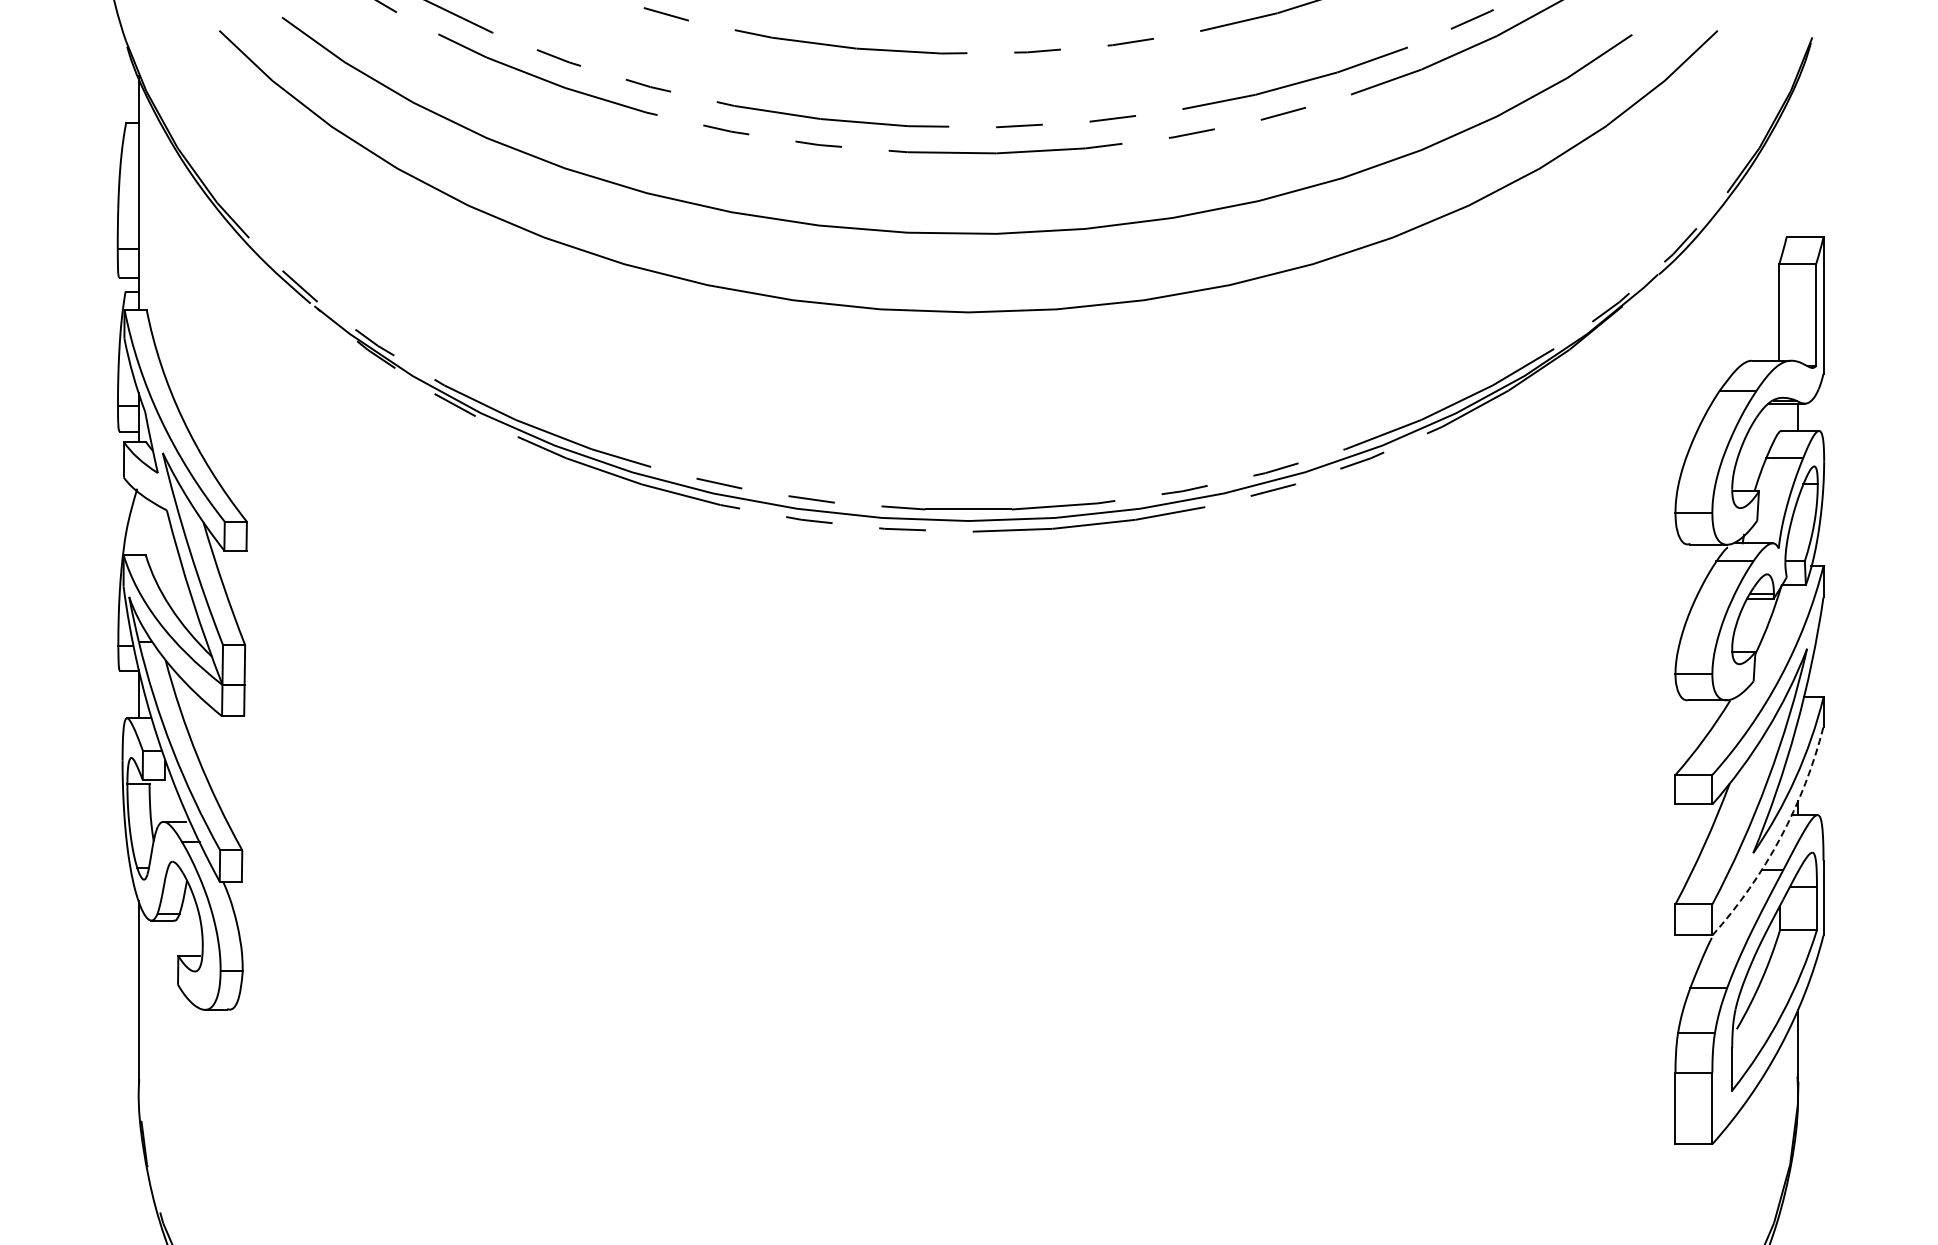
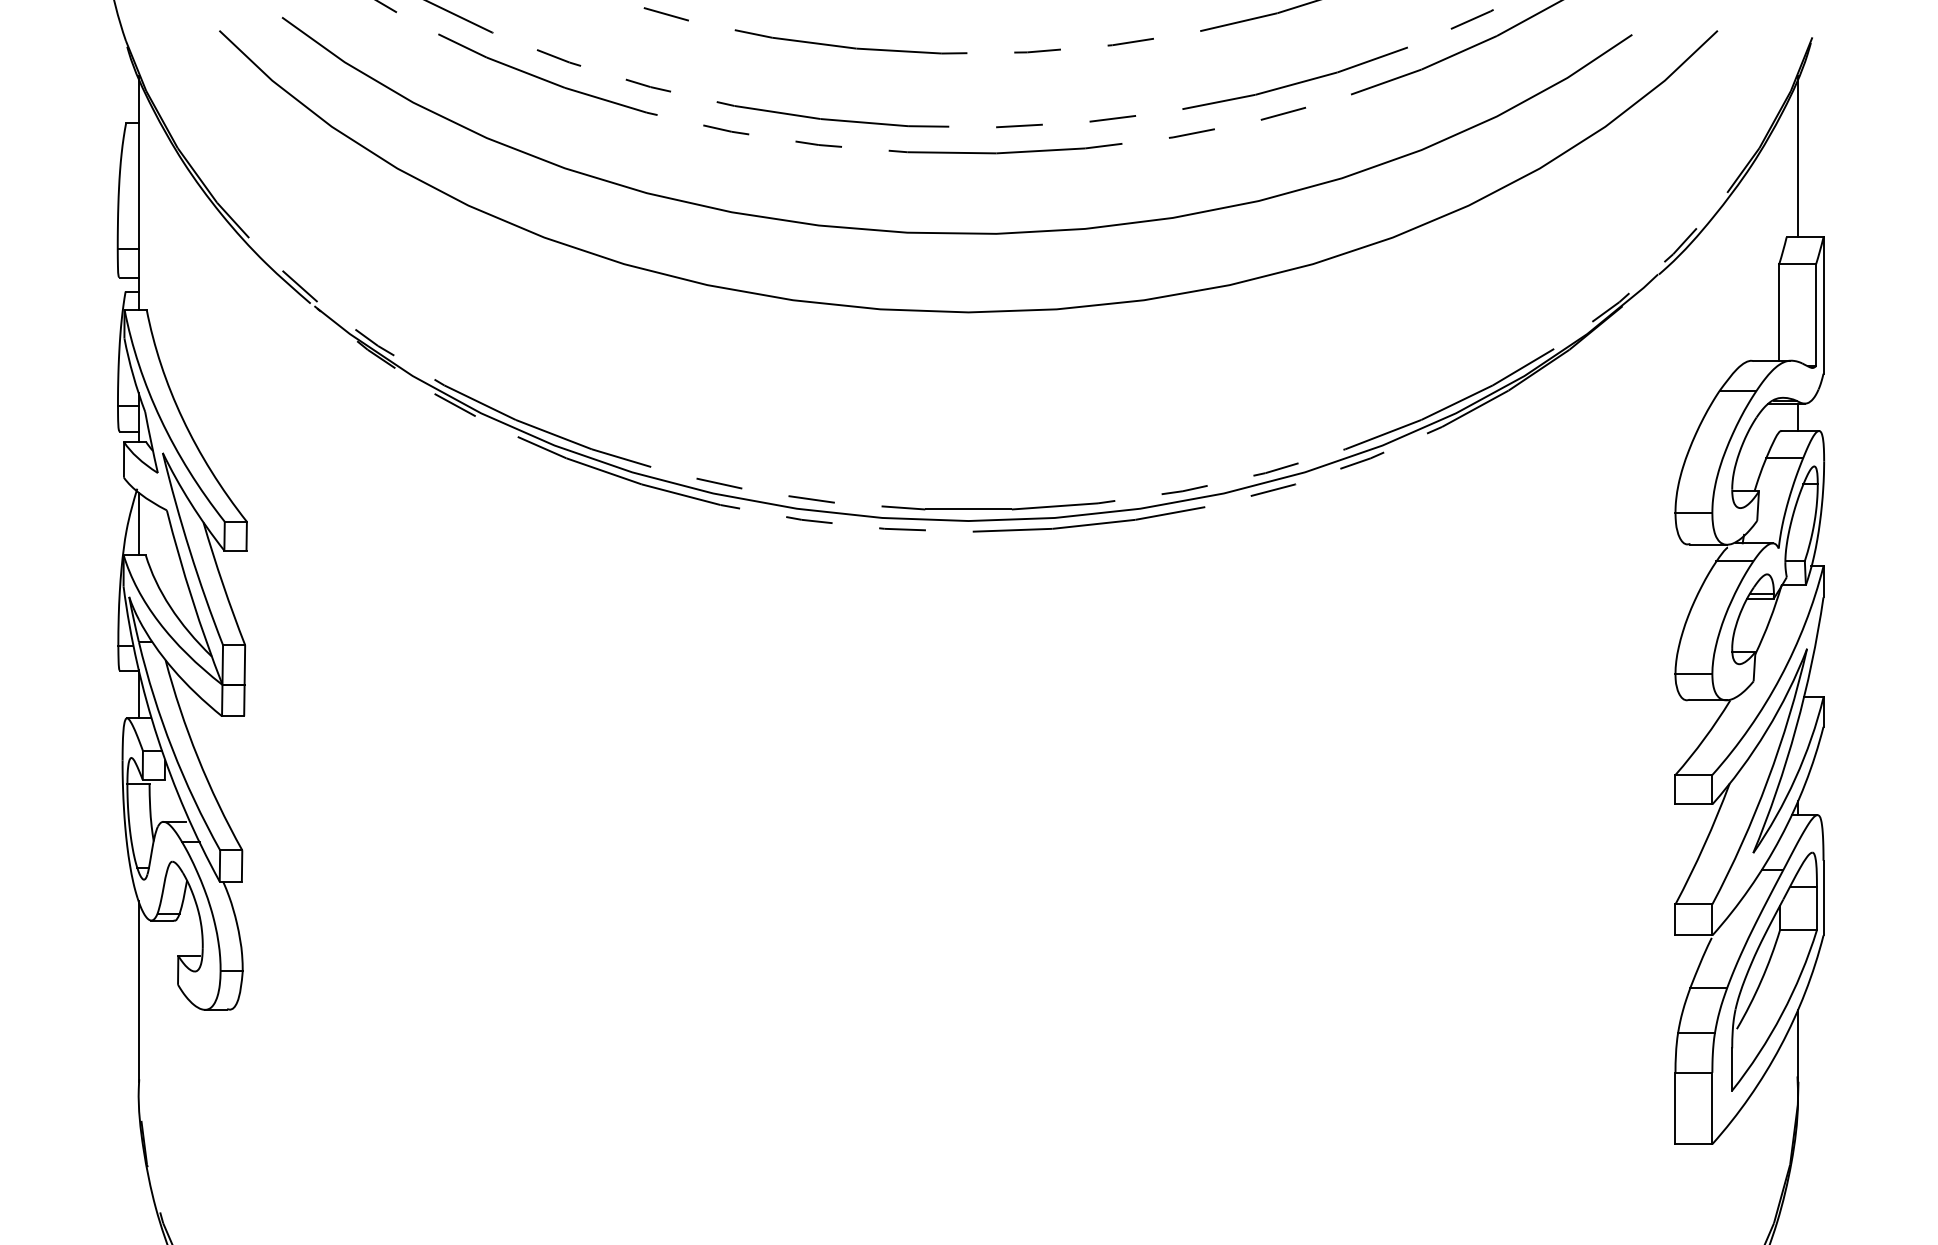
line at (1798, 156): none -> present
line at (138, 523): none -> present
arc at (1780, 837): dashed -> solid
